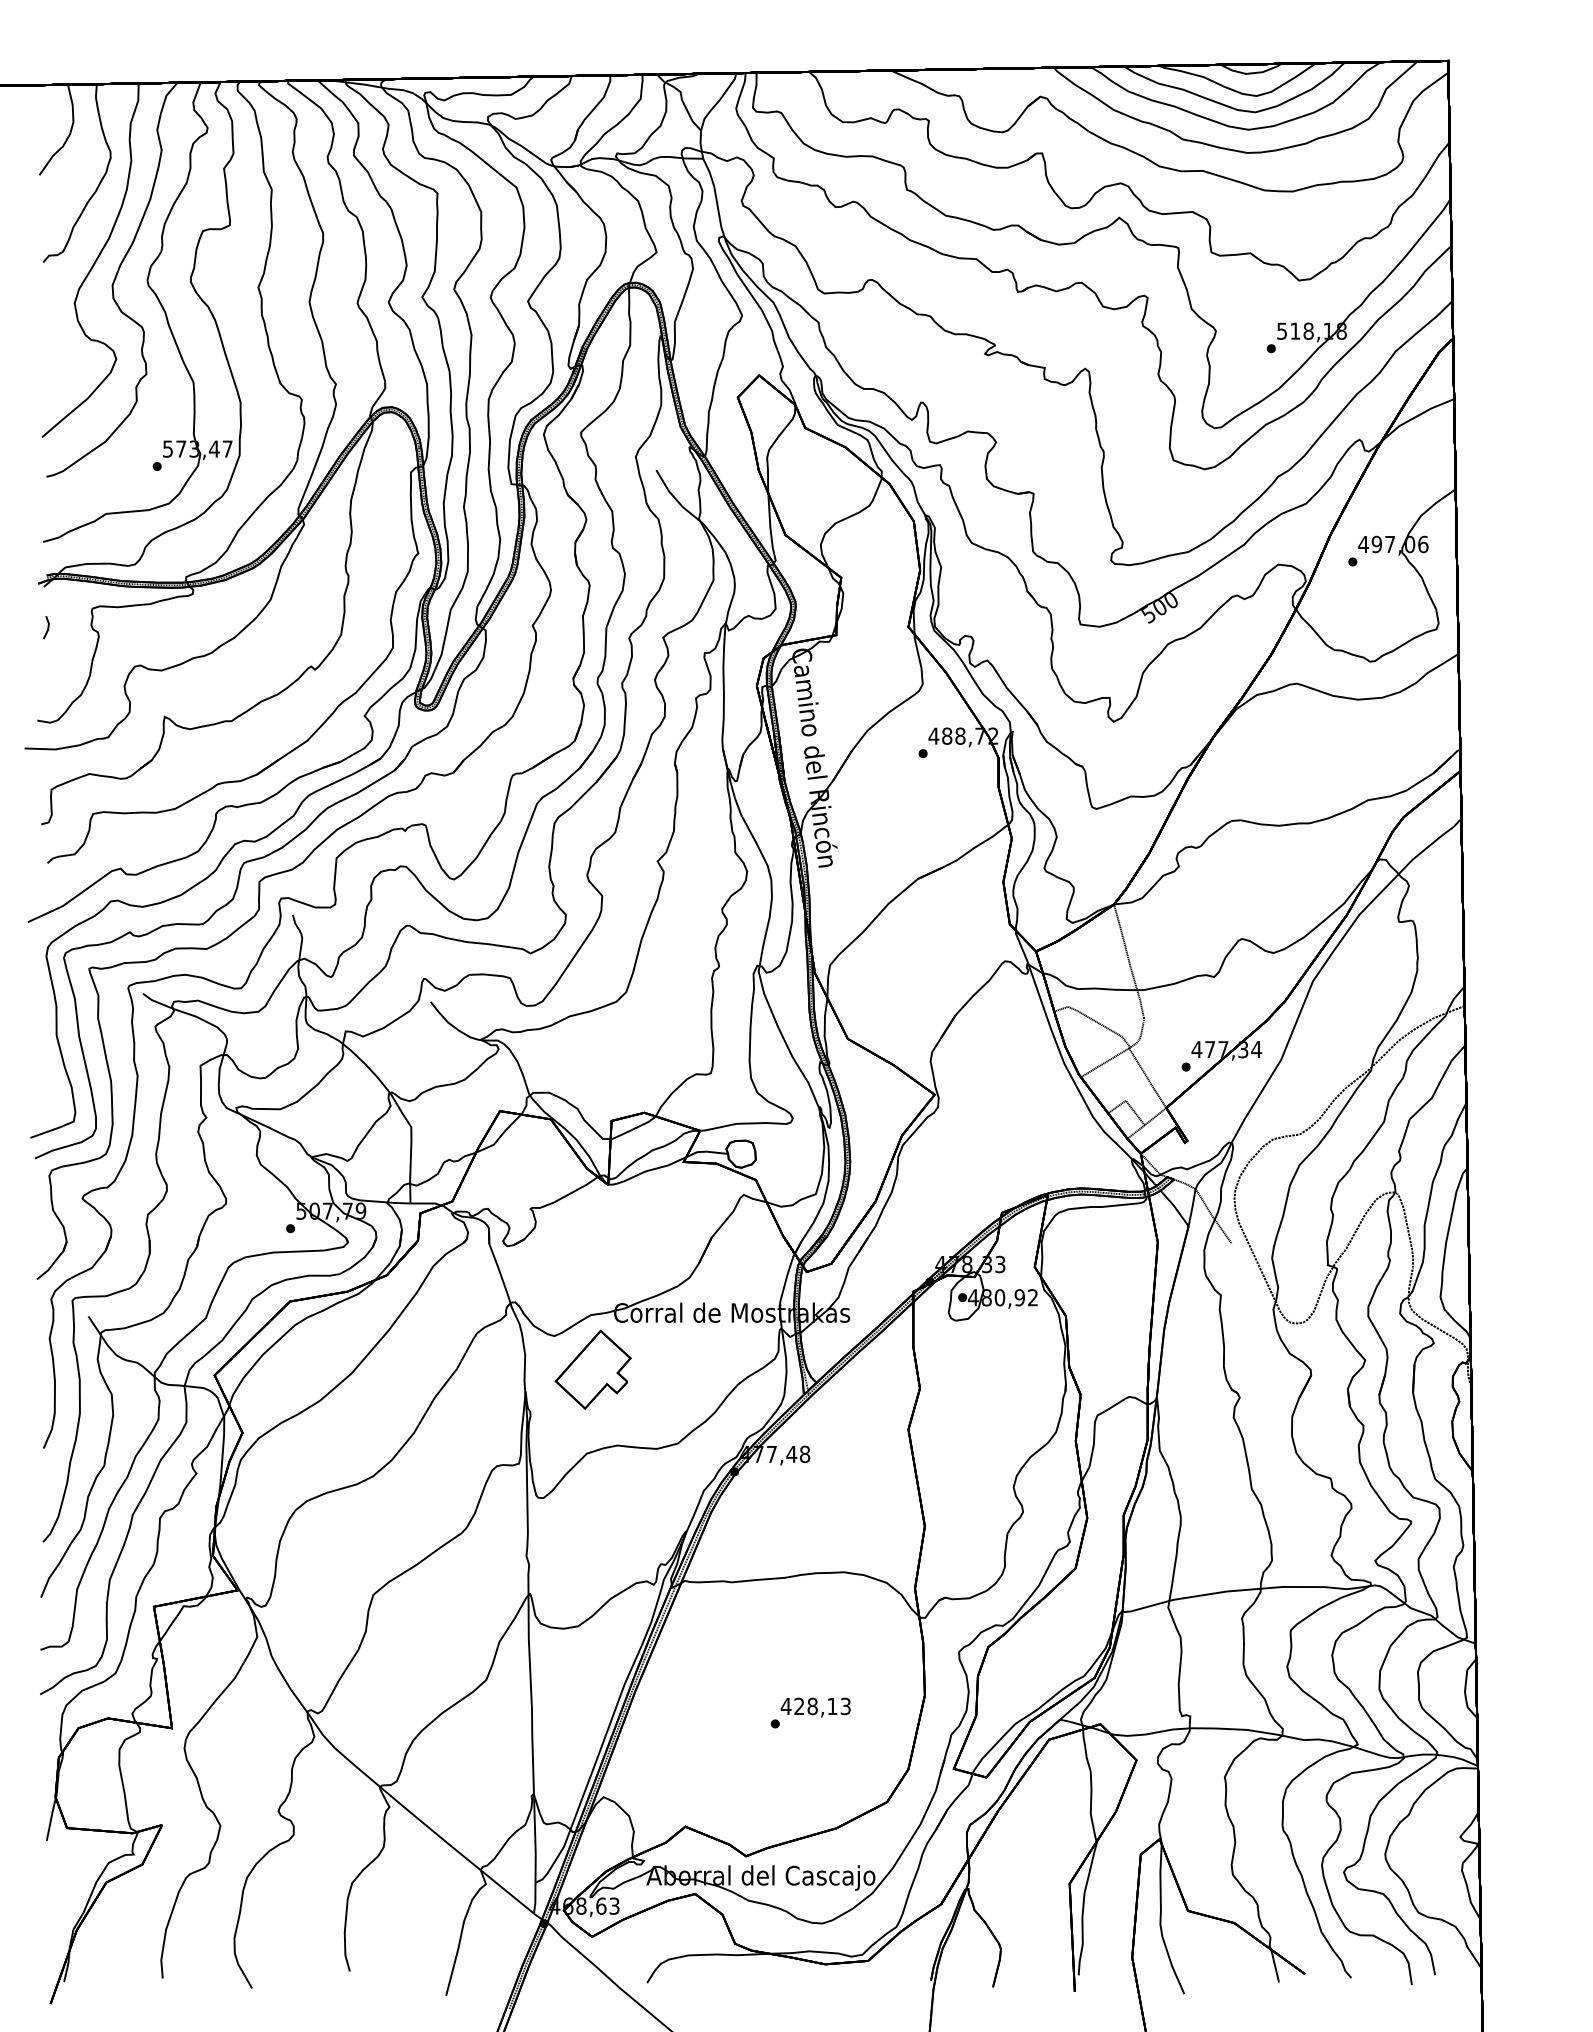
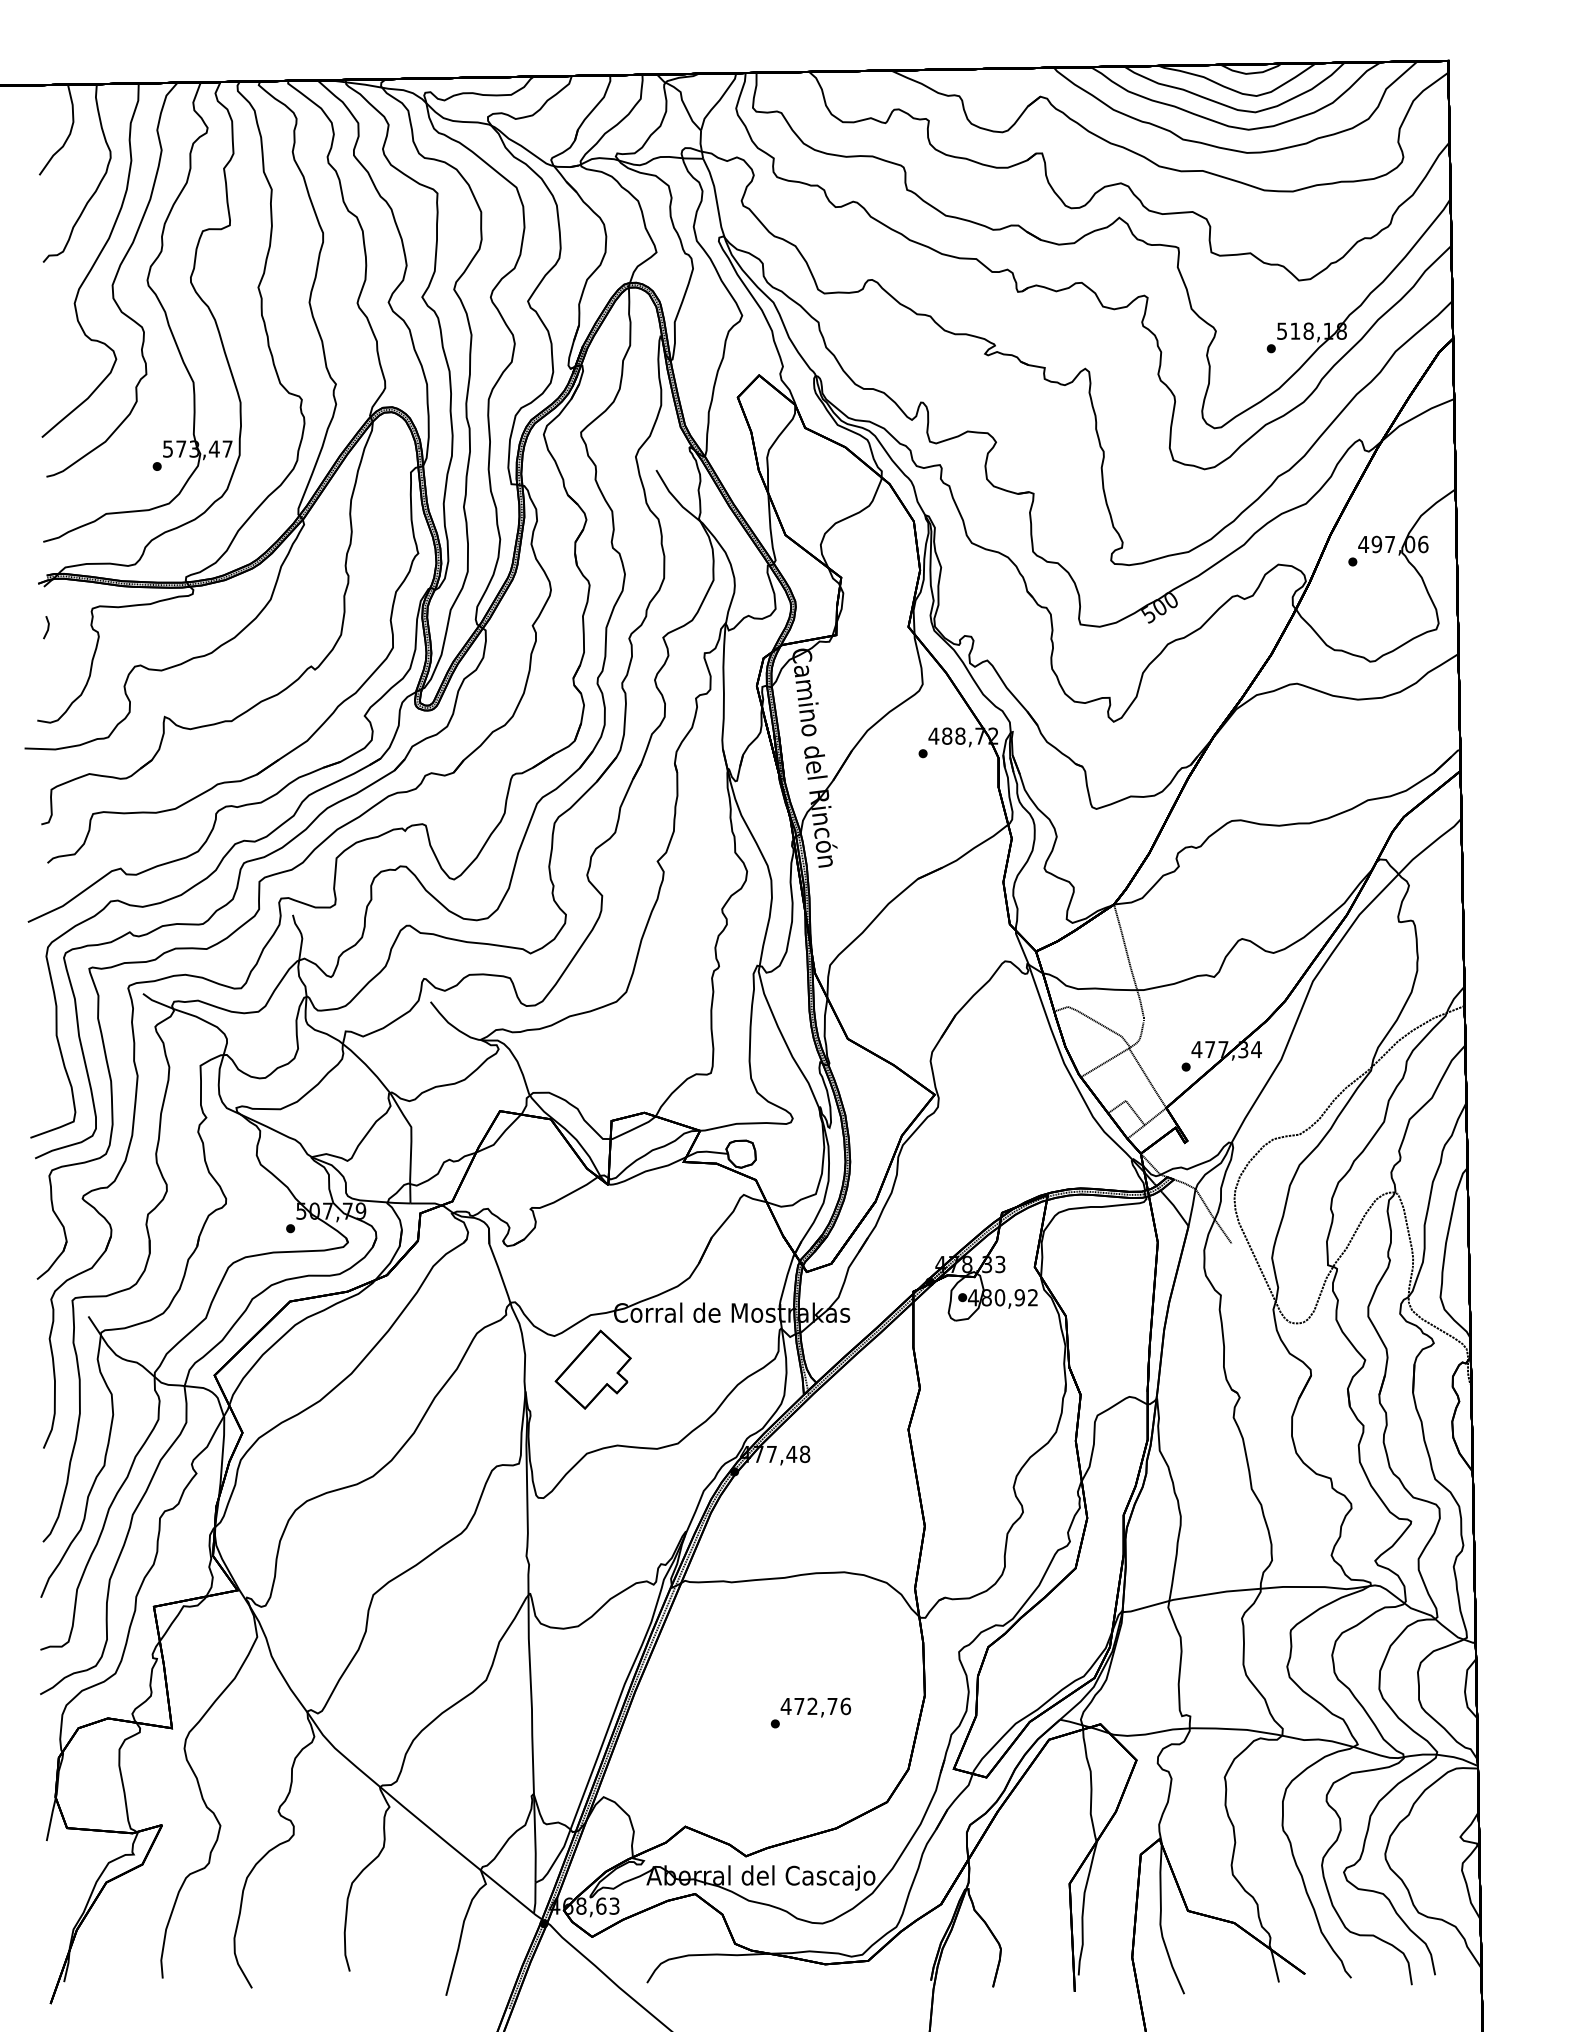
text at (822, 1706): 428,13 -> 472,76
